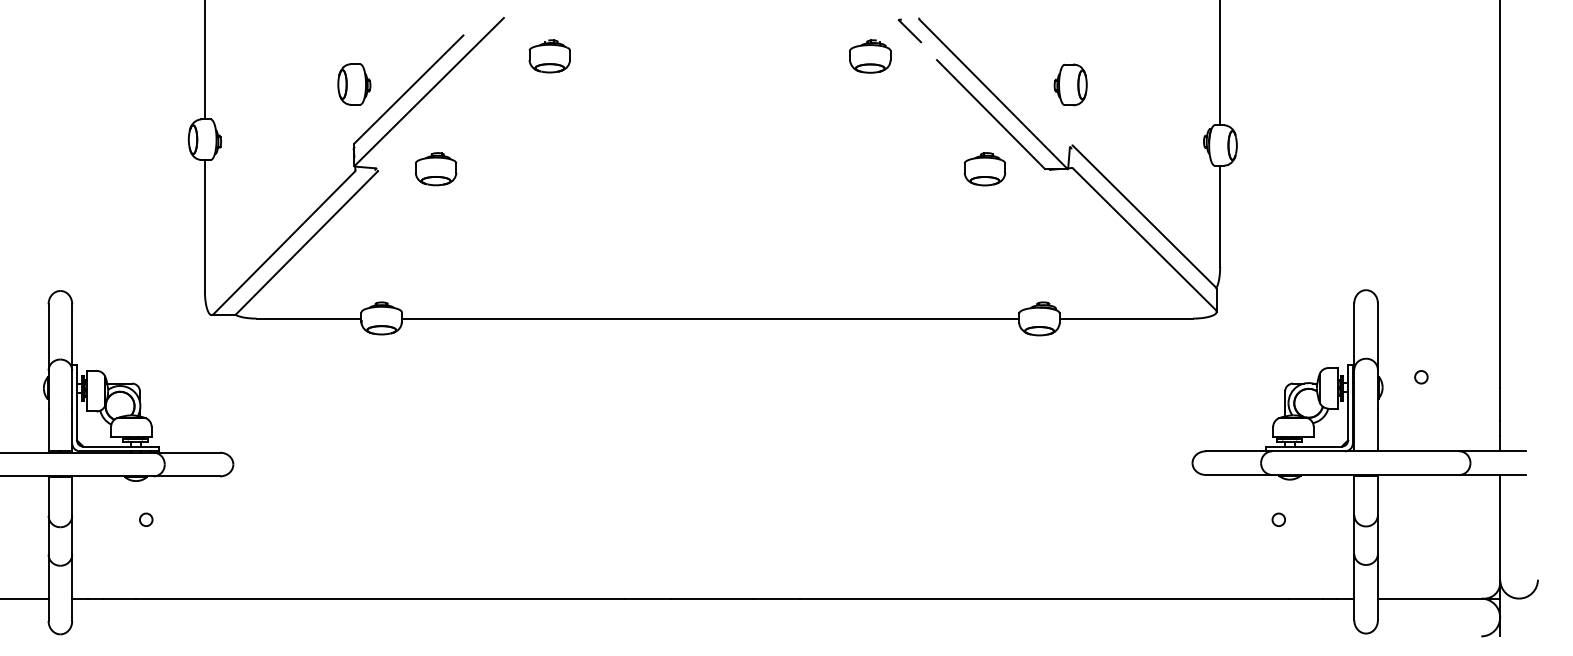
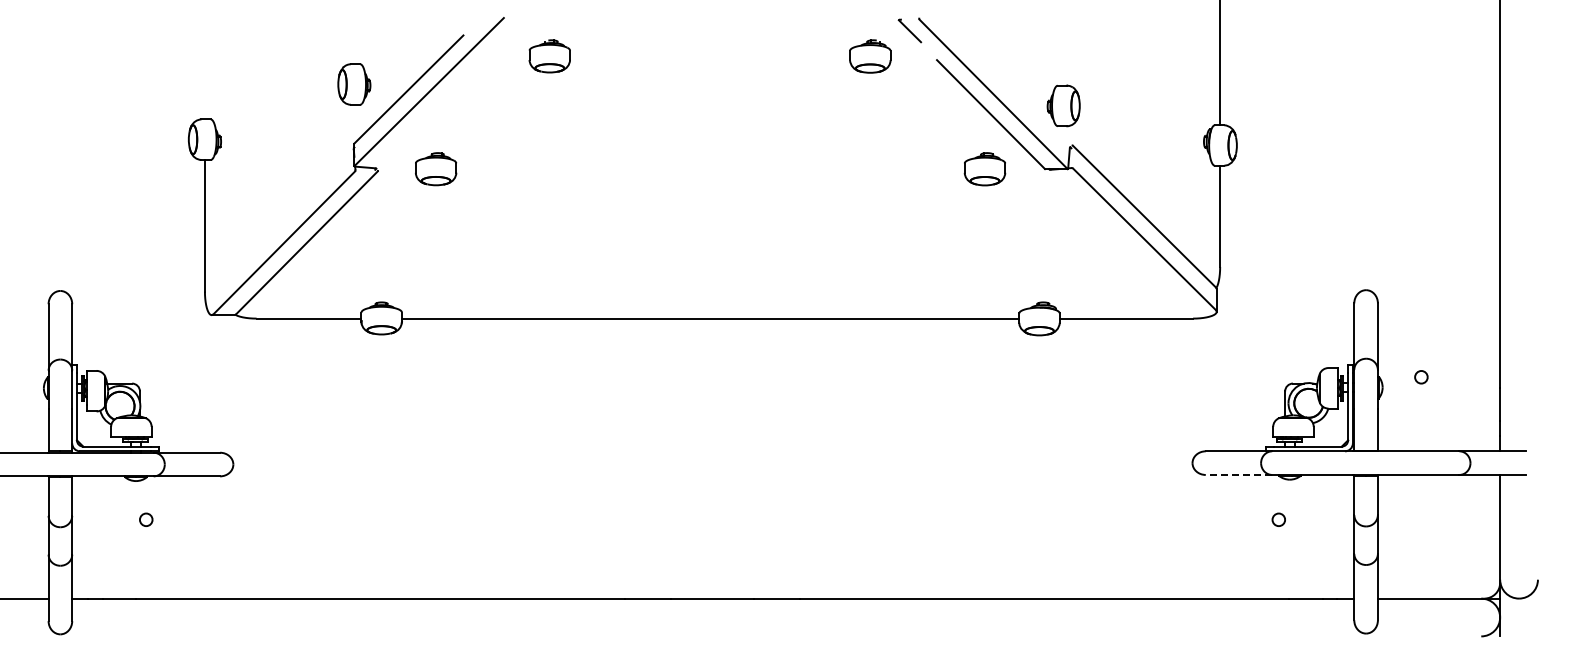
line at (204, 60): present -> none
part at (1070, 84) position: (1070, 84) -> (1063, 105)
line at (1238, 474): solid -> dashed
